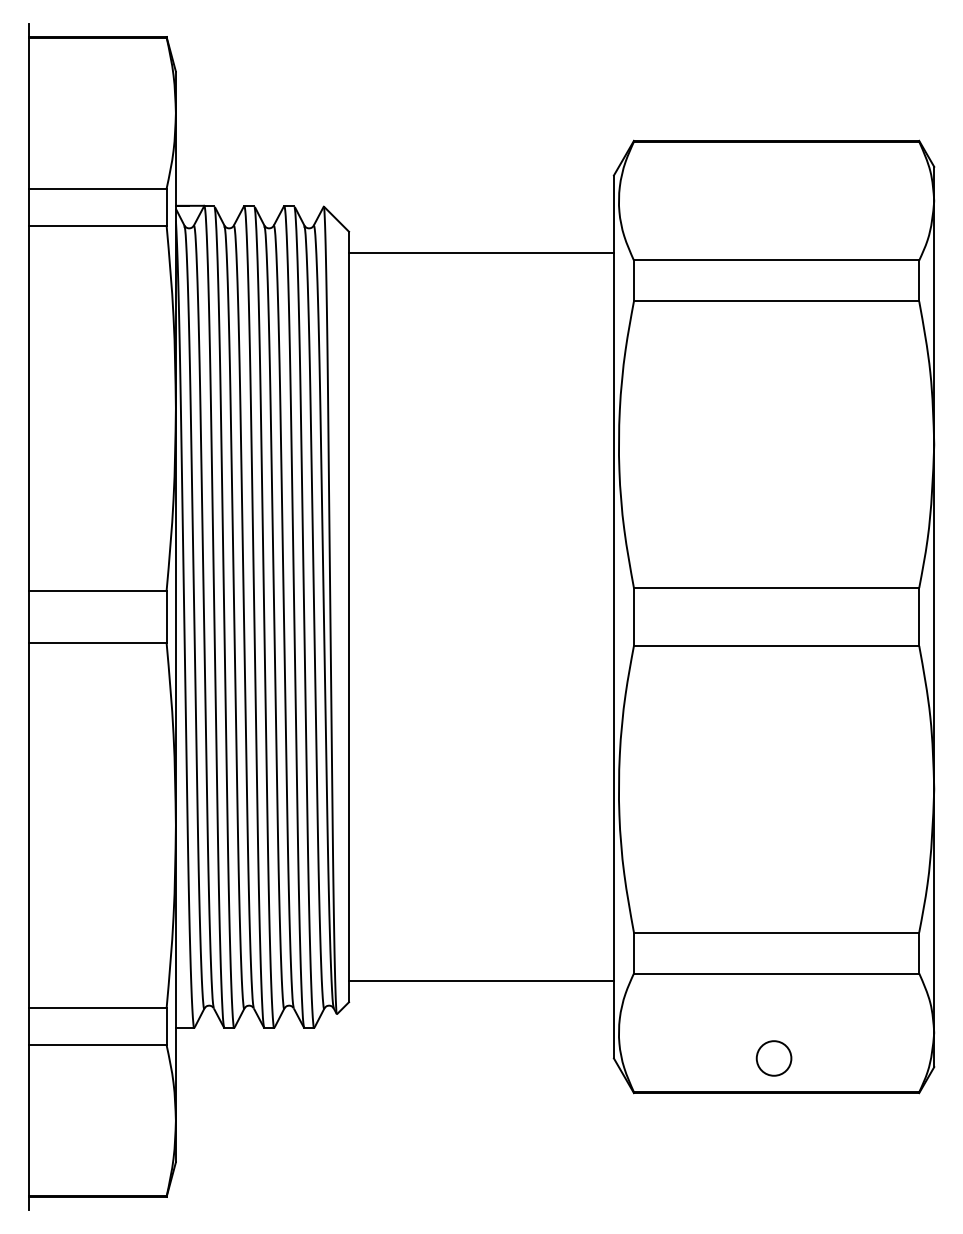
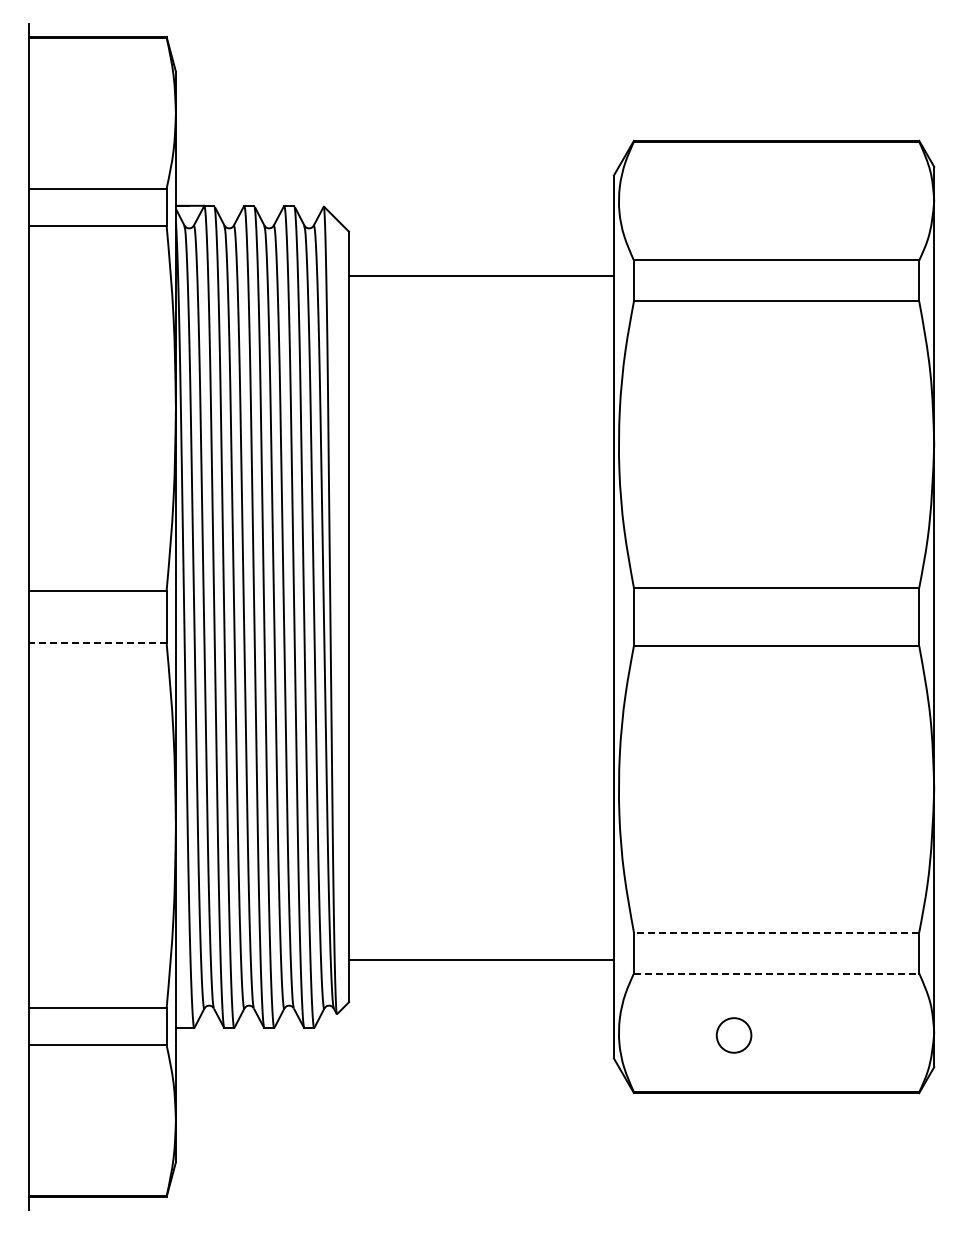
line at (481, 253) position: (481, 253) -> (481, 276)
line at (97, 643): solid -> dashed
line at (776, 932): solid -> dashed
line at (776, 973): solid -> dashed
line at (481, 980) position: (481, 980) -> (481, 959)
circle at (773, 1058) position: (773, 1058) -> (733, 1035)
